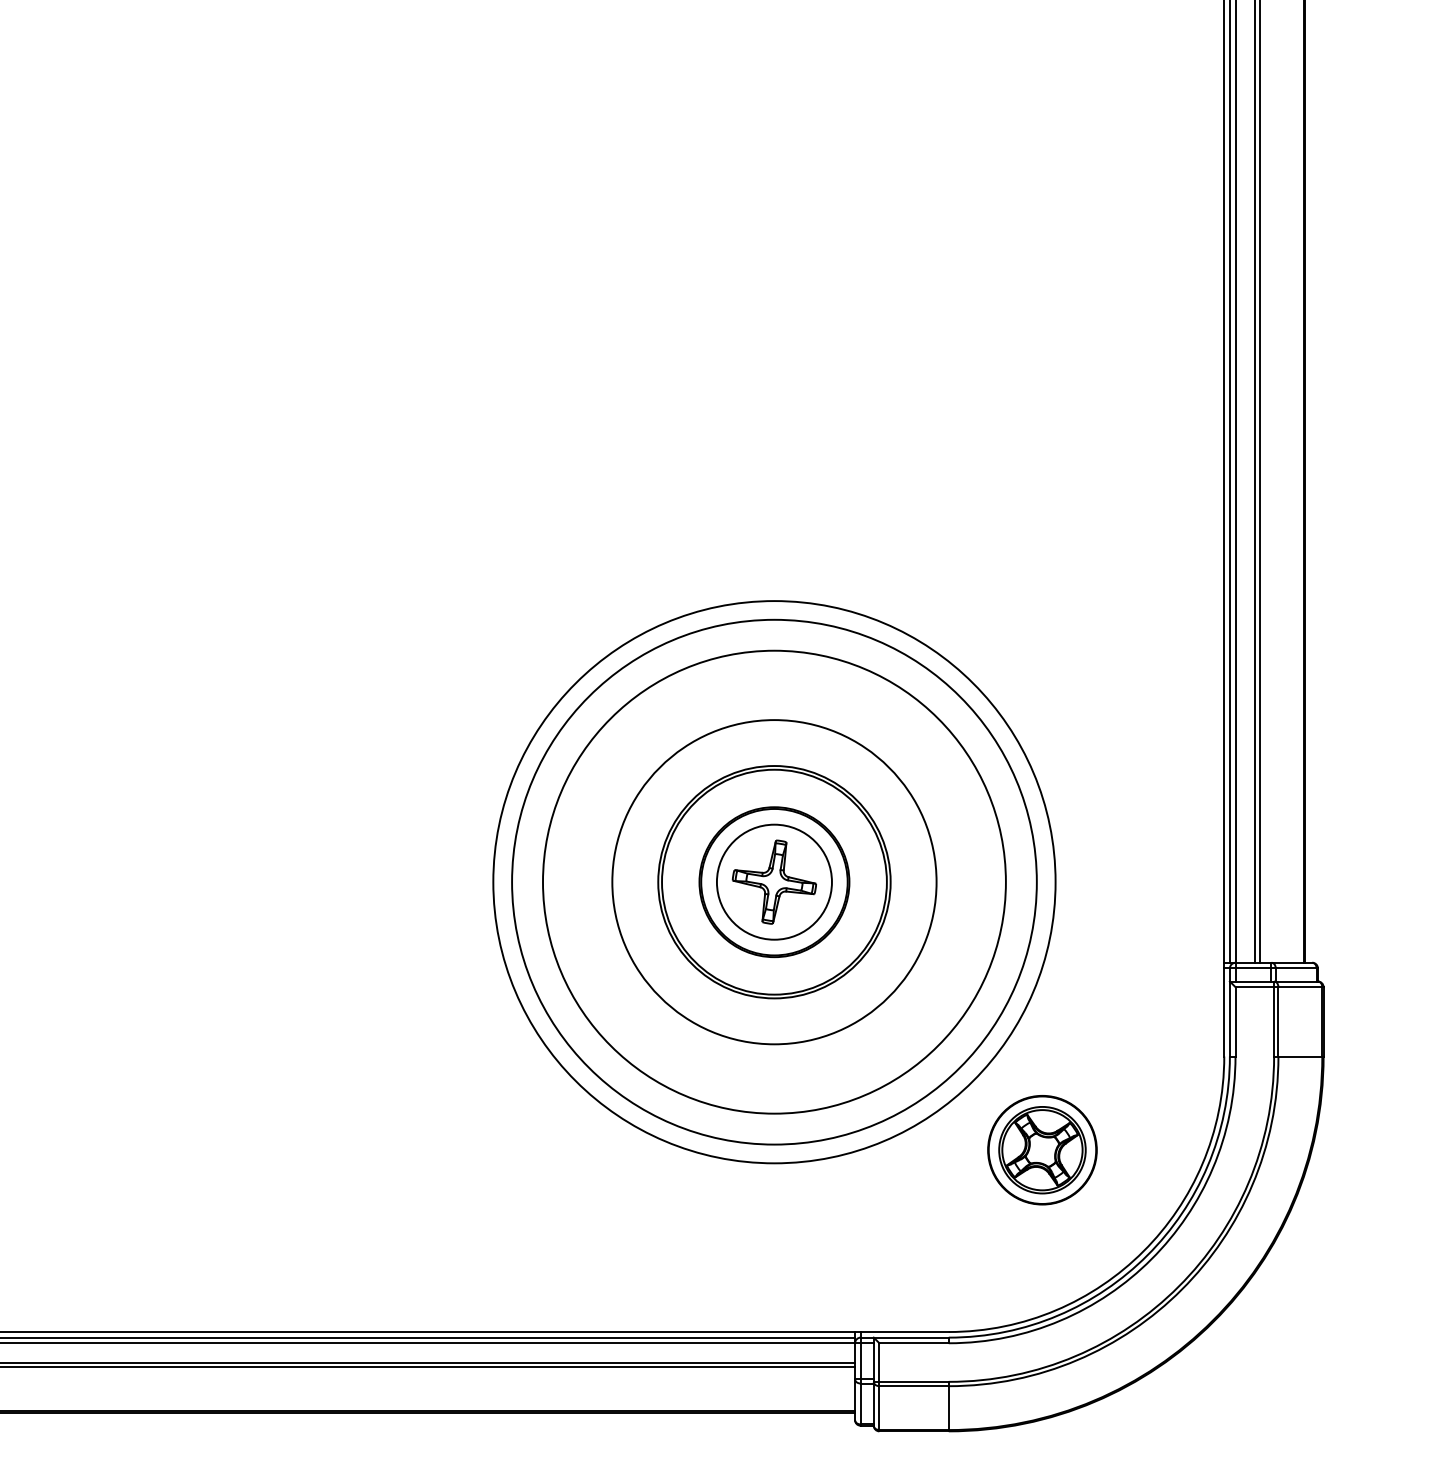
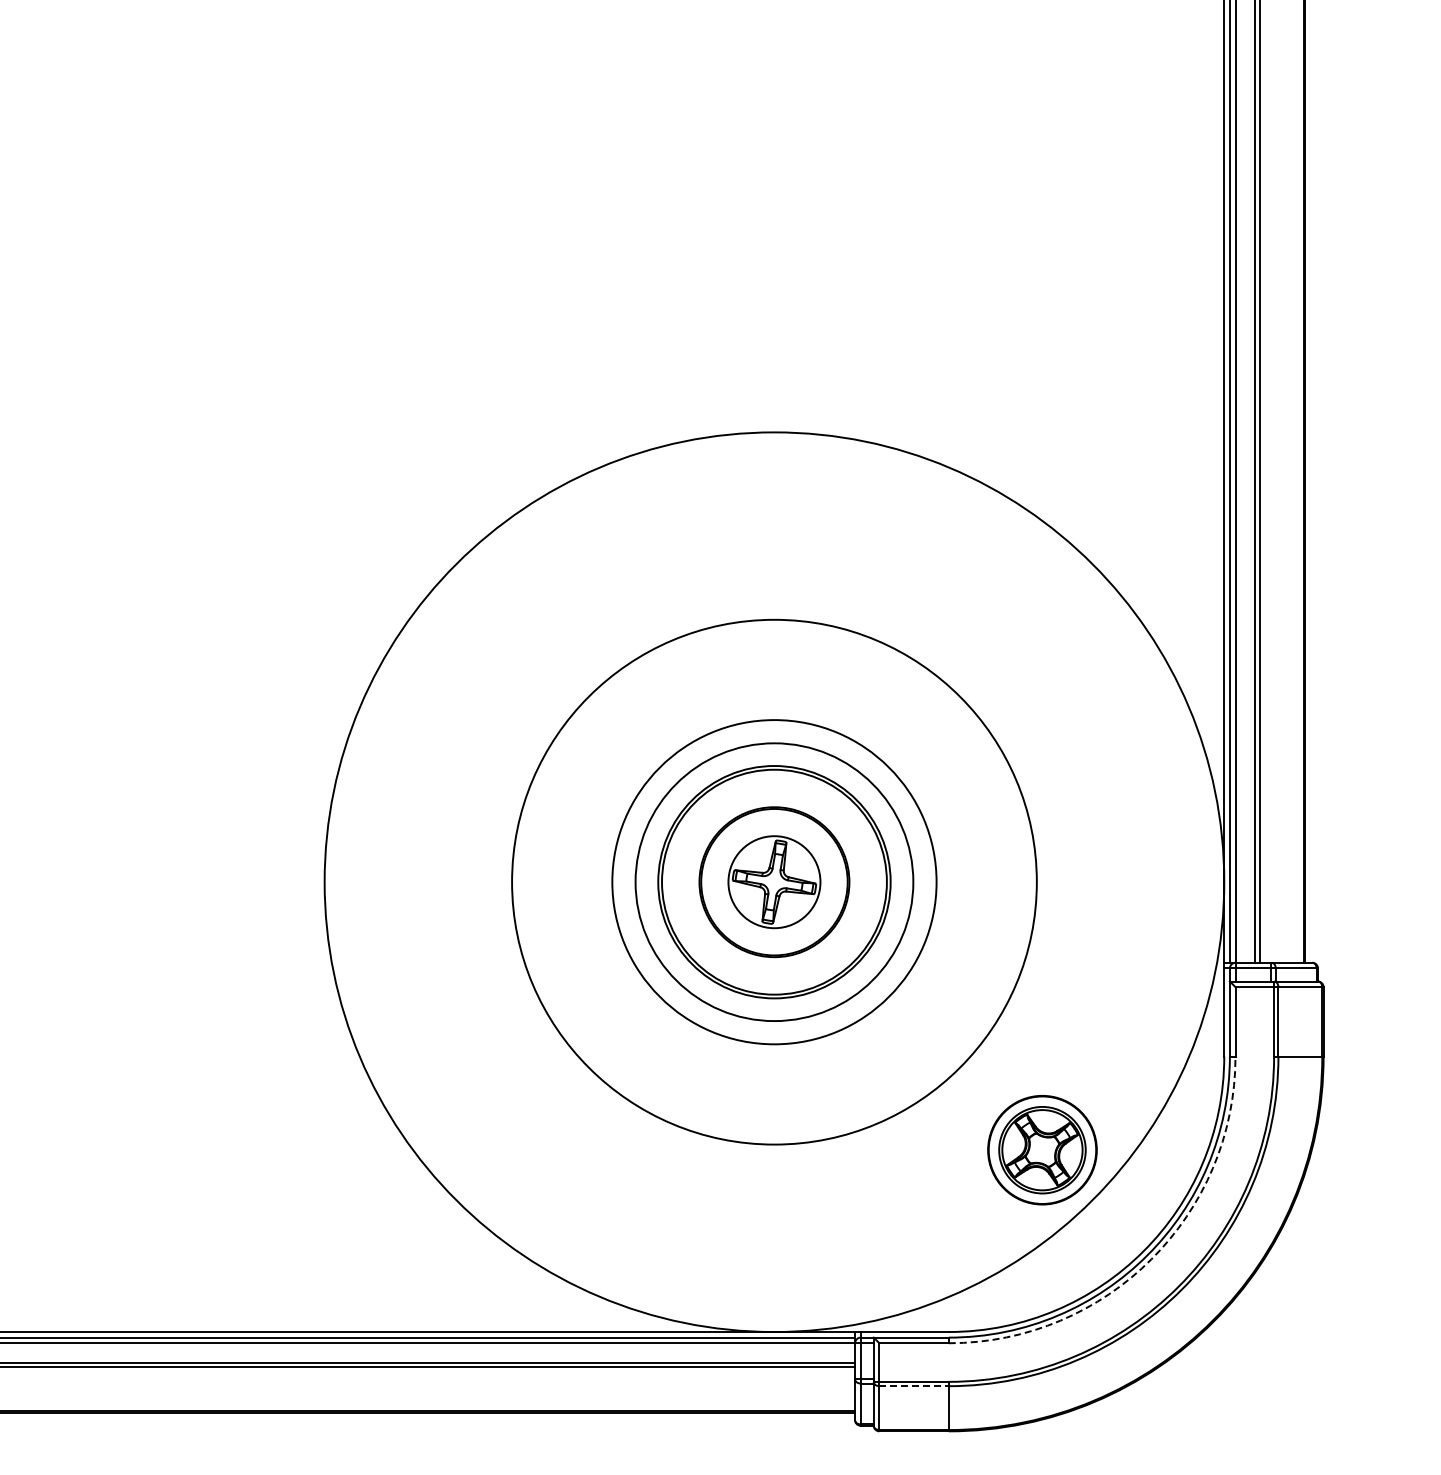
circle at (773, 881) diameter: 115 px -> 92 px
circle at (774, 881) diameter: 463 px -> 278 px
circle at (774, 882) diameter: 562 px -> 900 px
arc at (1151, 1259): solid -> dashed
line at (914, 1386): solid -> dashed
